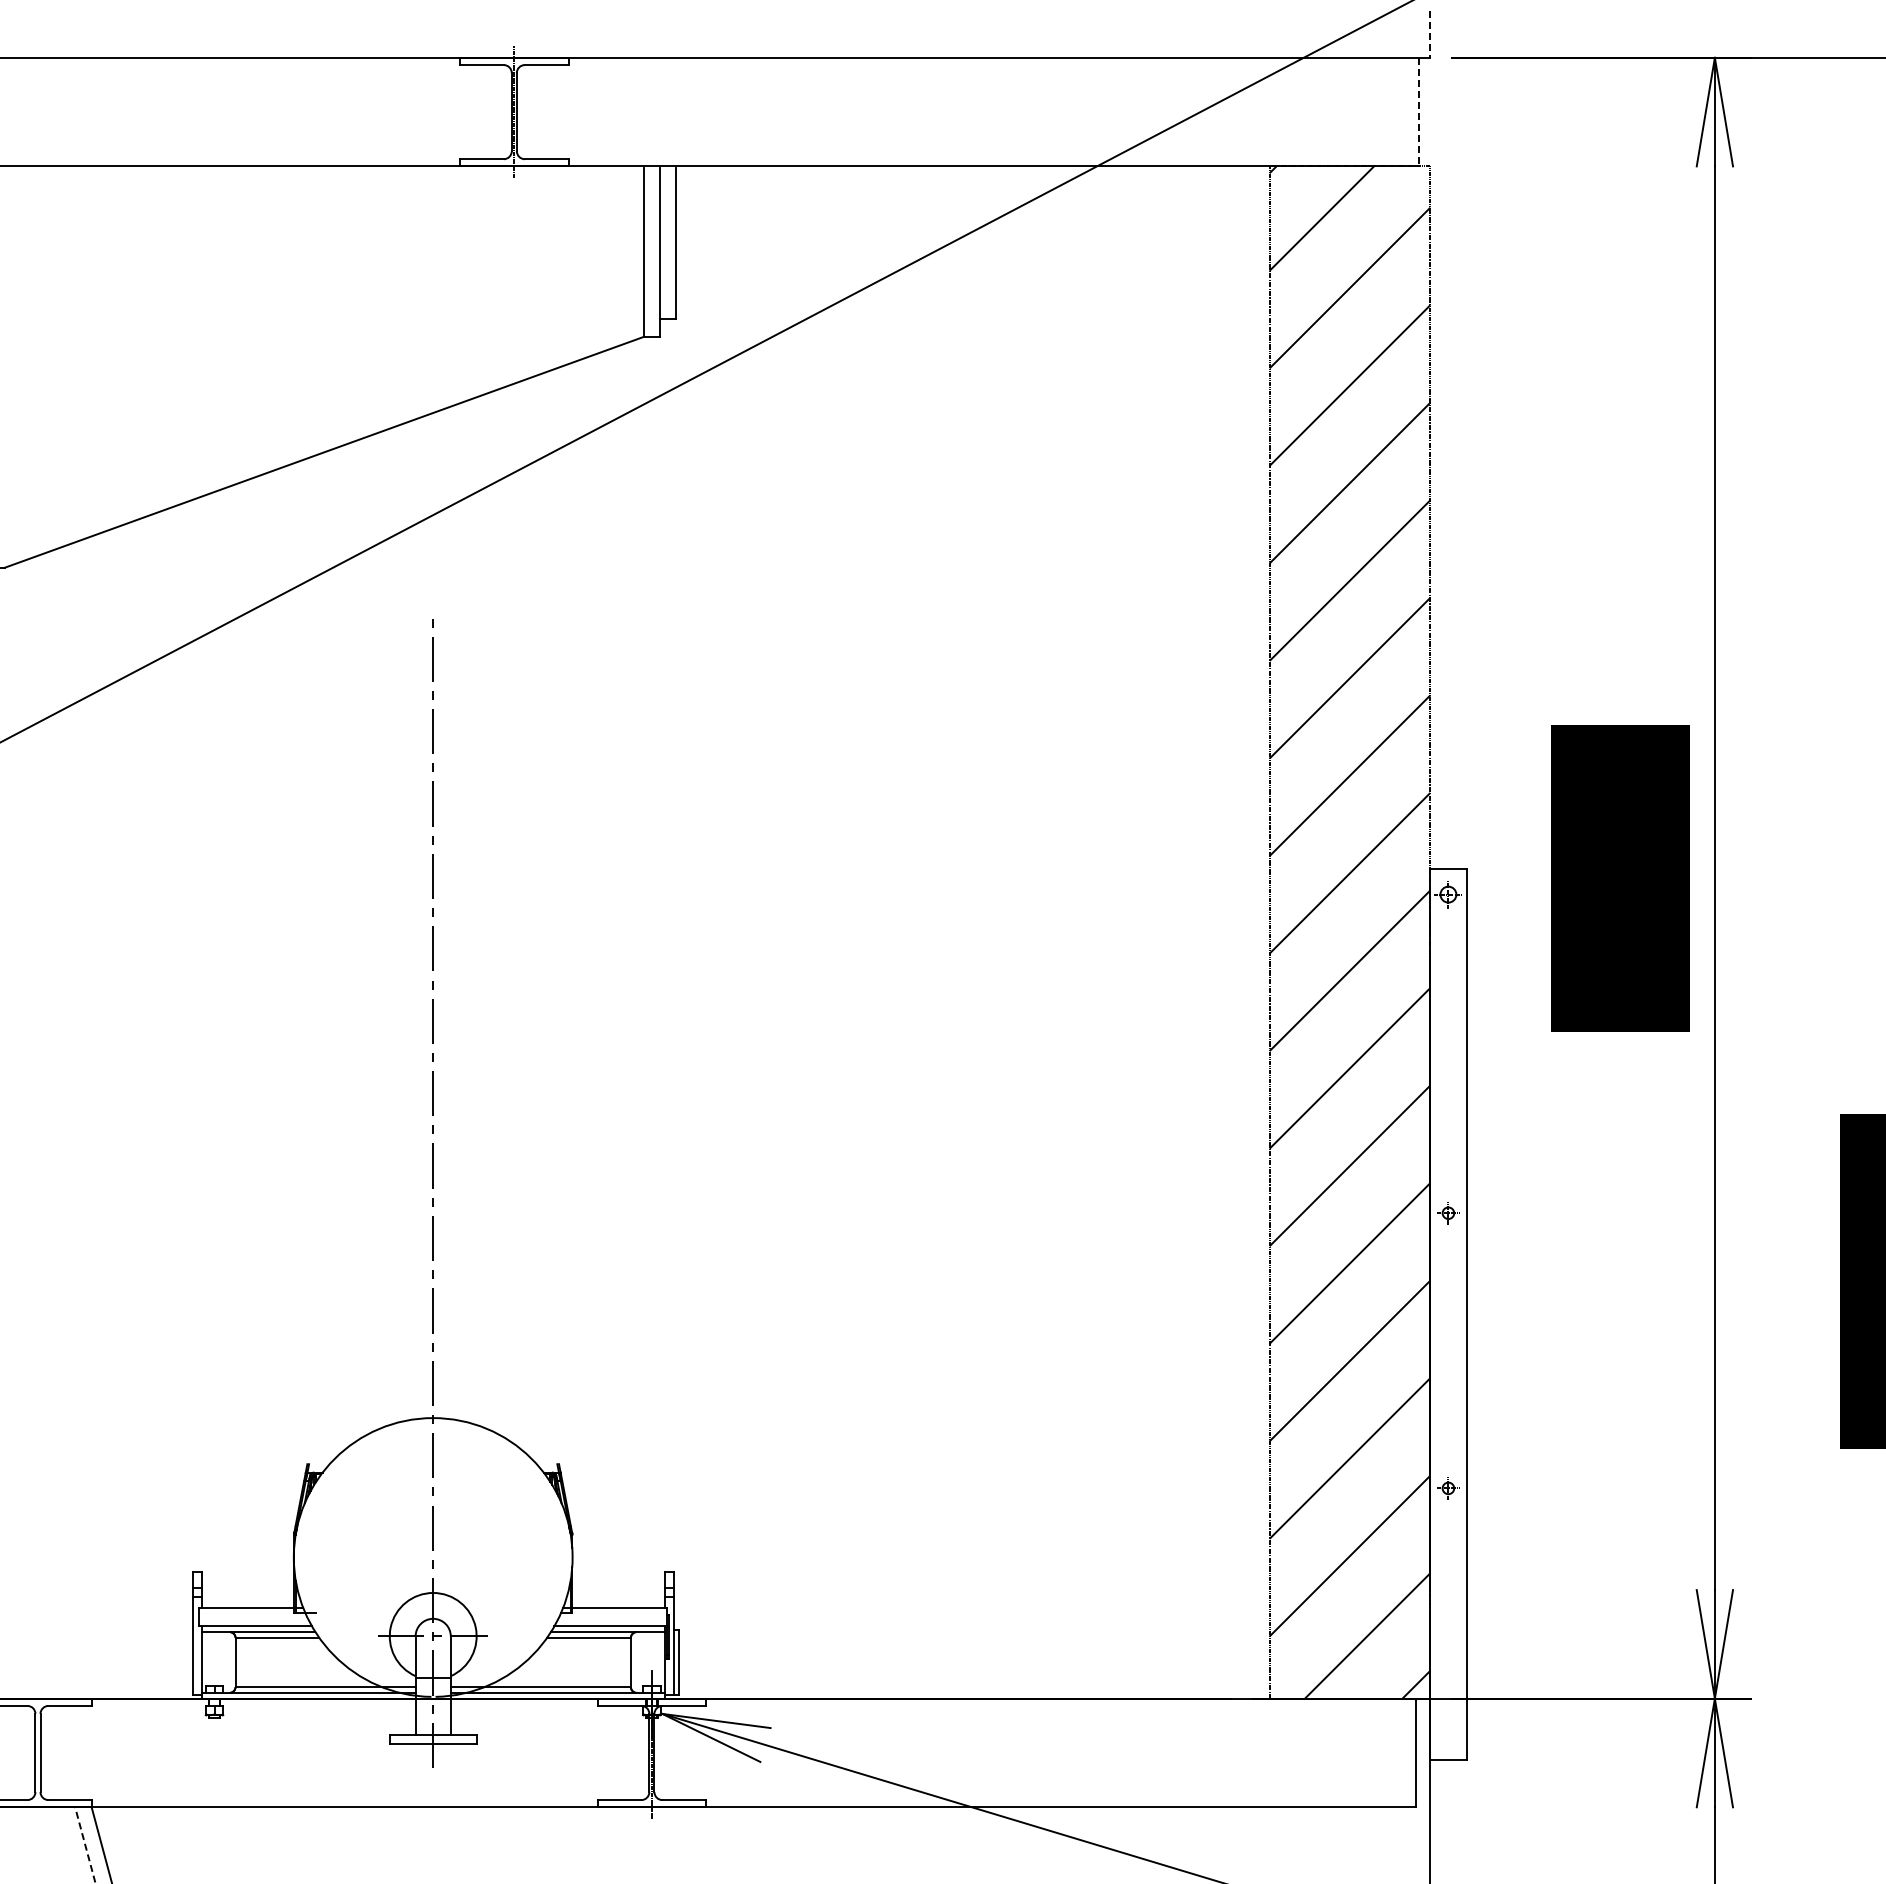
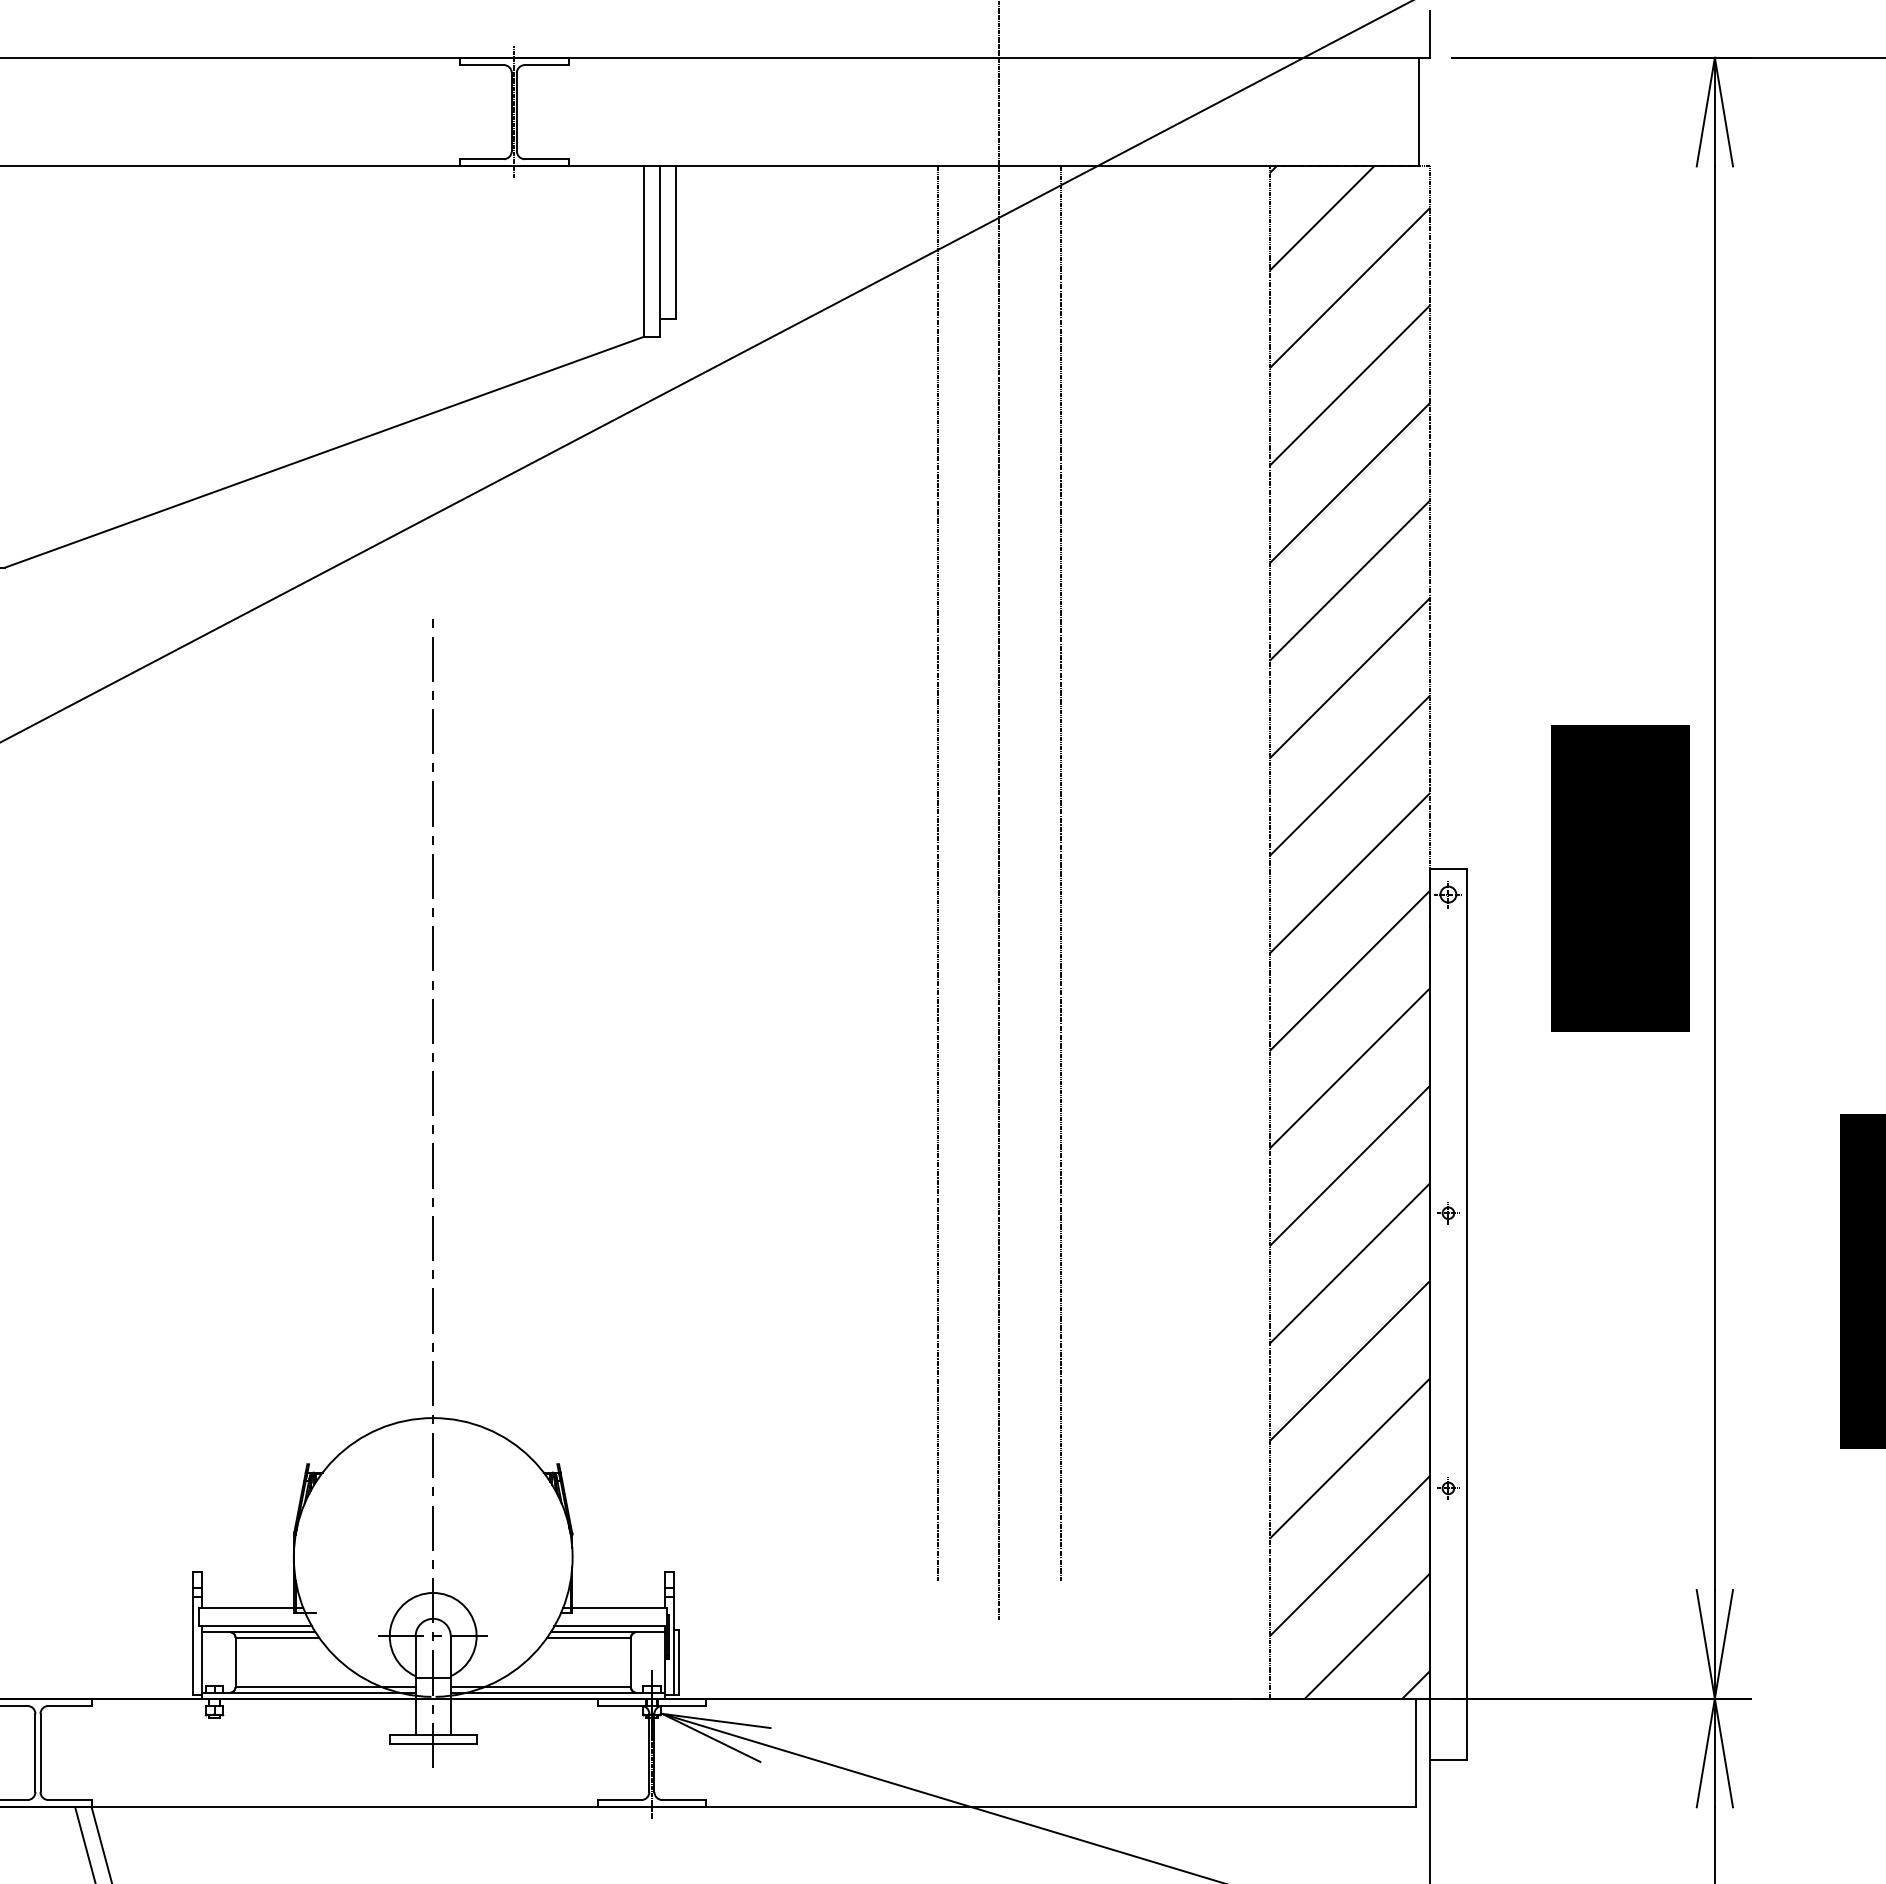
line at (1430, 34): dashed -> solid
line at (1419, 112): dashed -> solid
line at (999, 811): none -> present
line at (937, 873): none -> present
line at (1061, 873): none -> present
line at (85, 1844): dashed -> solid
